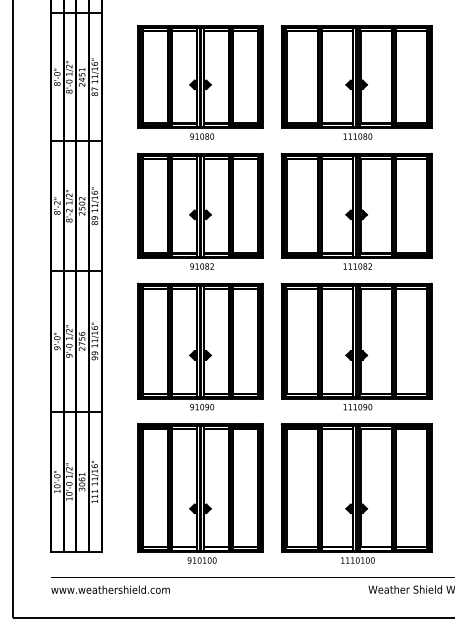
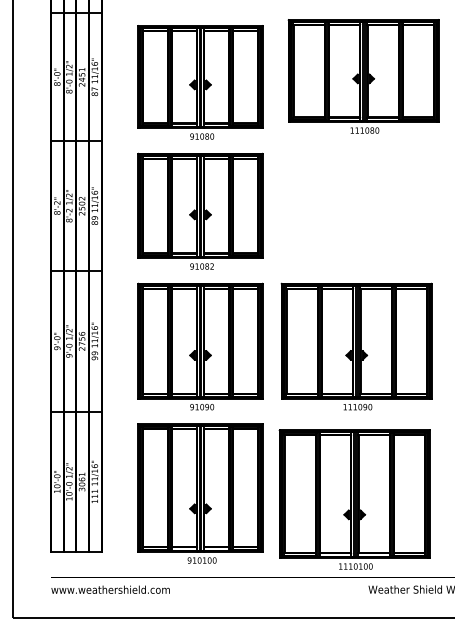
part at (356, 82) position: (356, 82) -> (363, 76)
part at (356, 210): present -> none
part at (356, 493) position: (356, 493) -> (354, 499)
